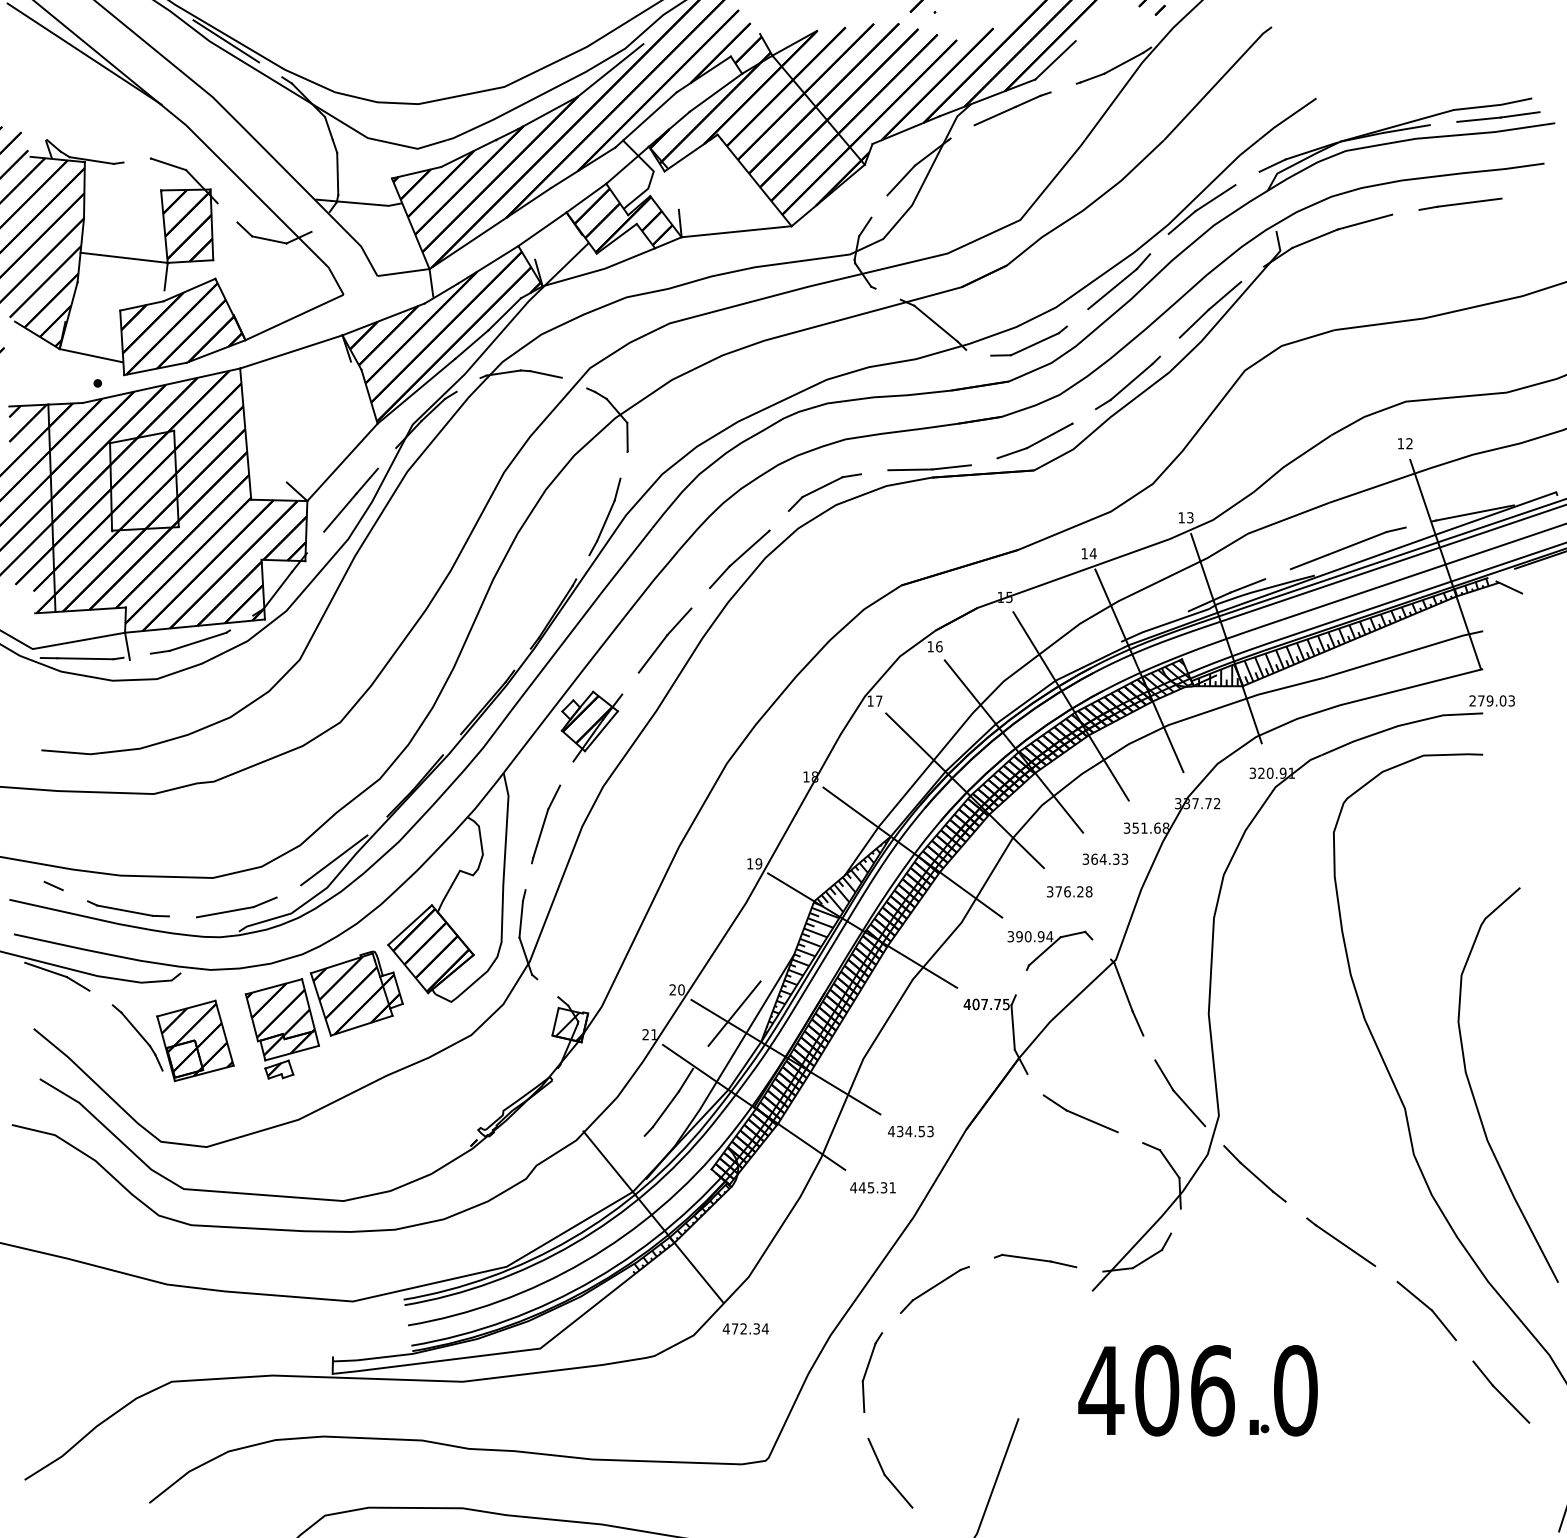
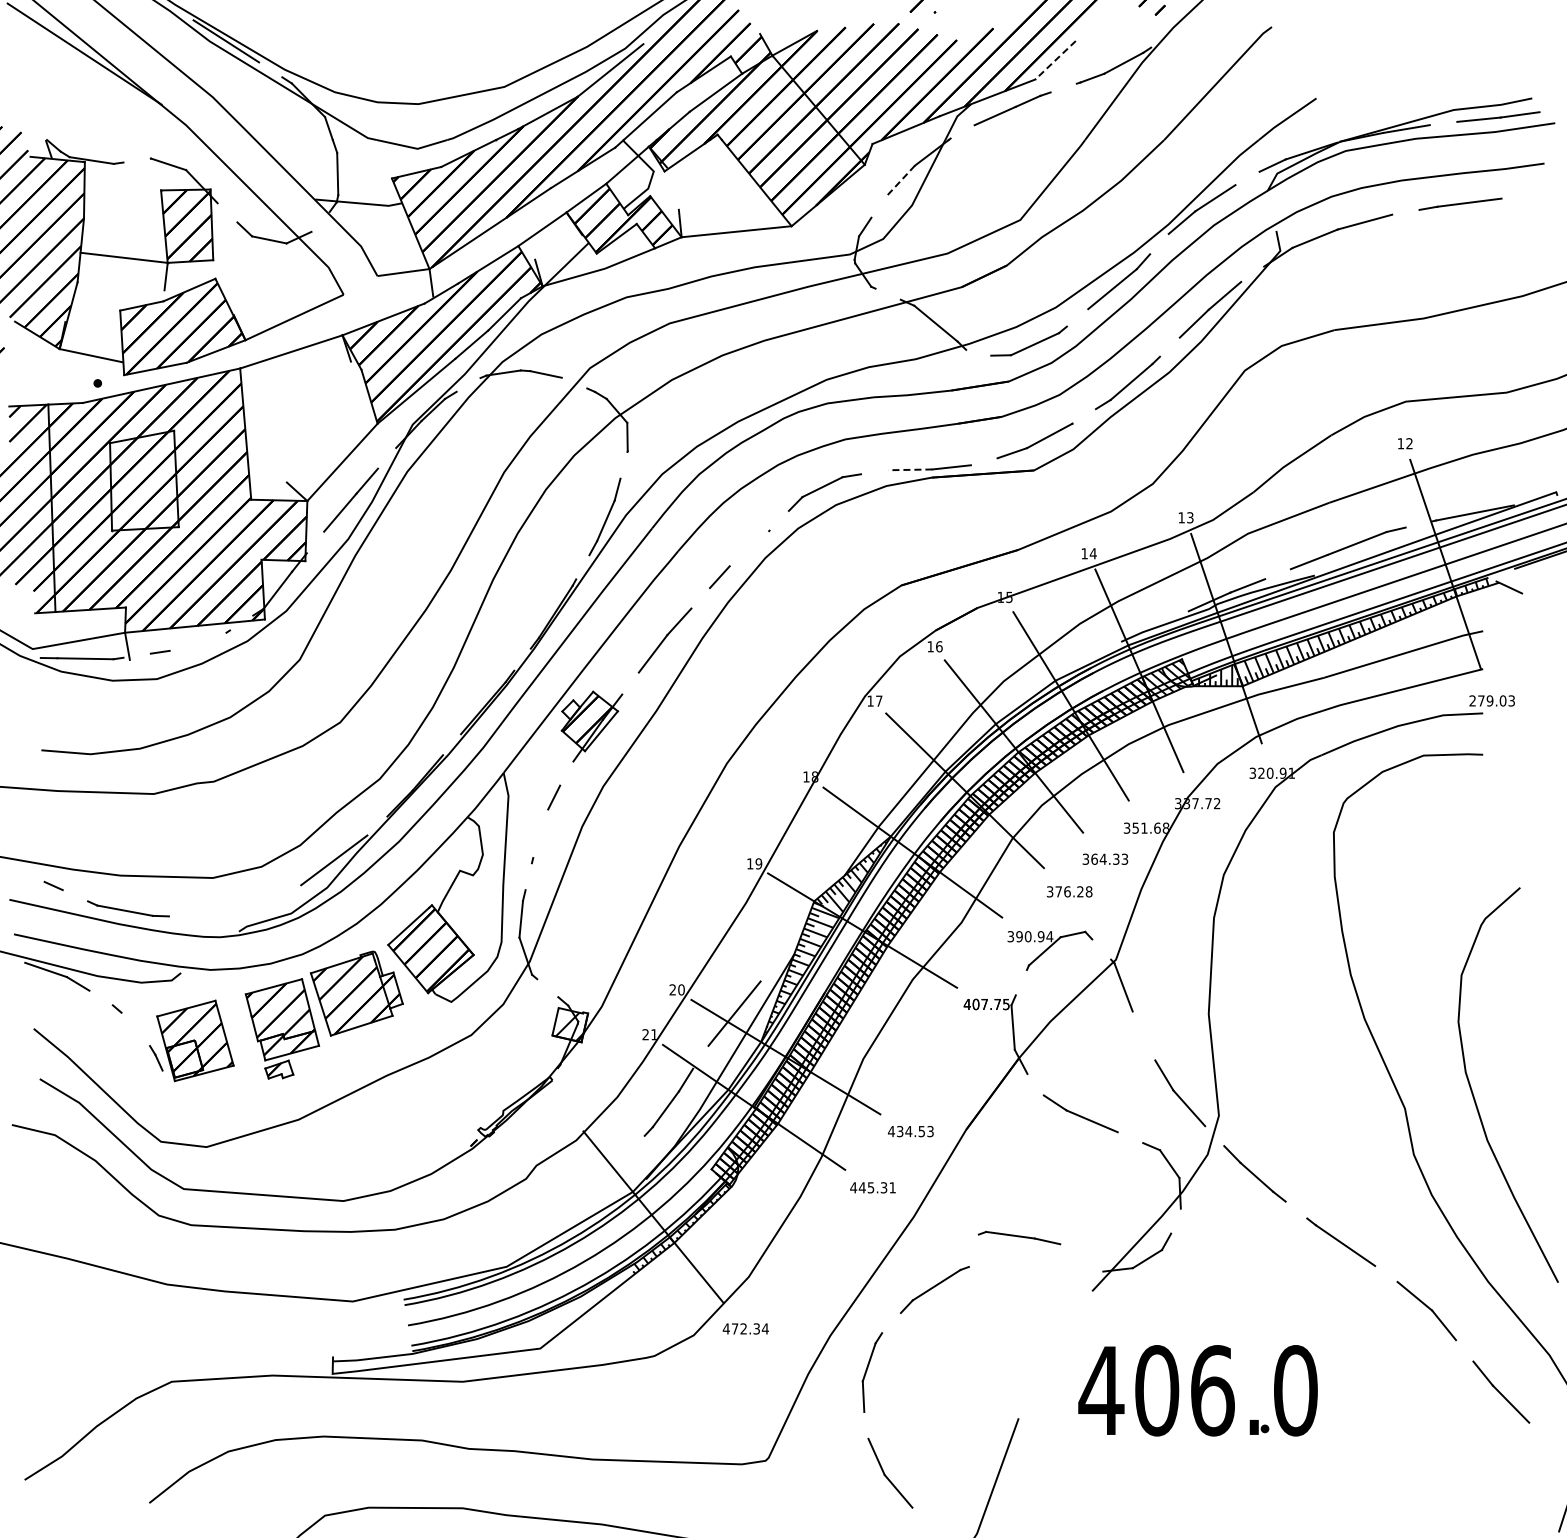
line at (1055, 60): solid -> dashed
line at (900, 180): solid -> dashed
line at (909, 469): solid -> dashed
line at (749, 548): present -> none
line at (197, 641): present -> none
line at (540, 833): present -> none
part at (236, 907): present -> none
line at (1137, 1023): present -> none
line at (135, 1029): present -> none
part at (1035, 1260) position: (1035, 1260) -> (1019, 1237)
